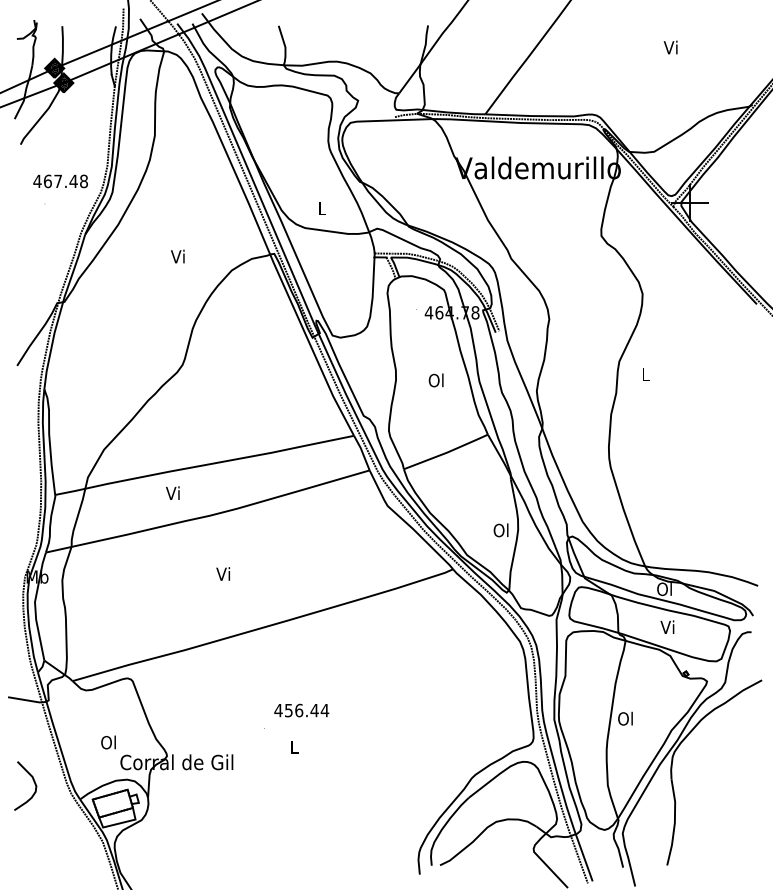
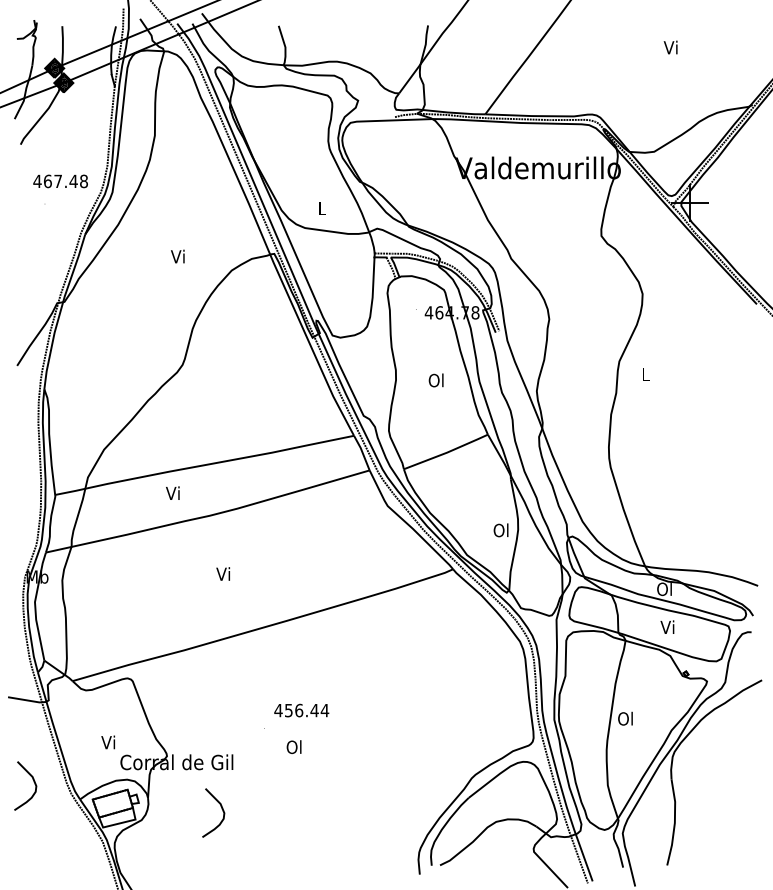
text at (108, 742): Ol -> Vi
text at (293, 747): L -> Ol
curve at (221, 809): none -> present
